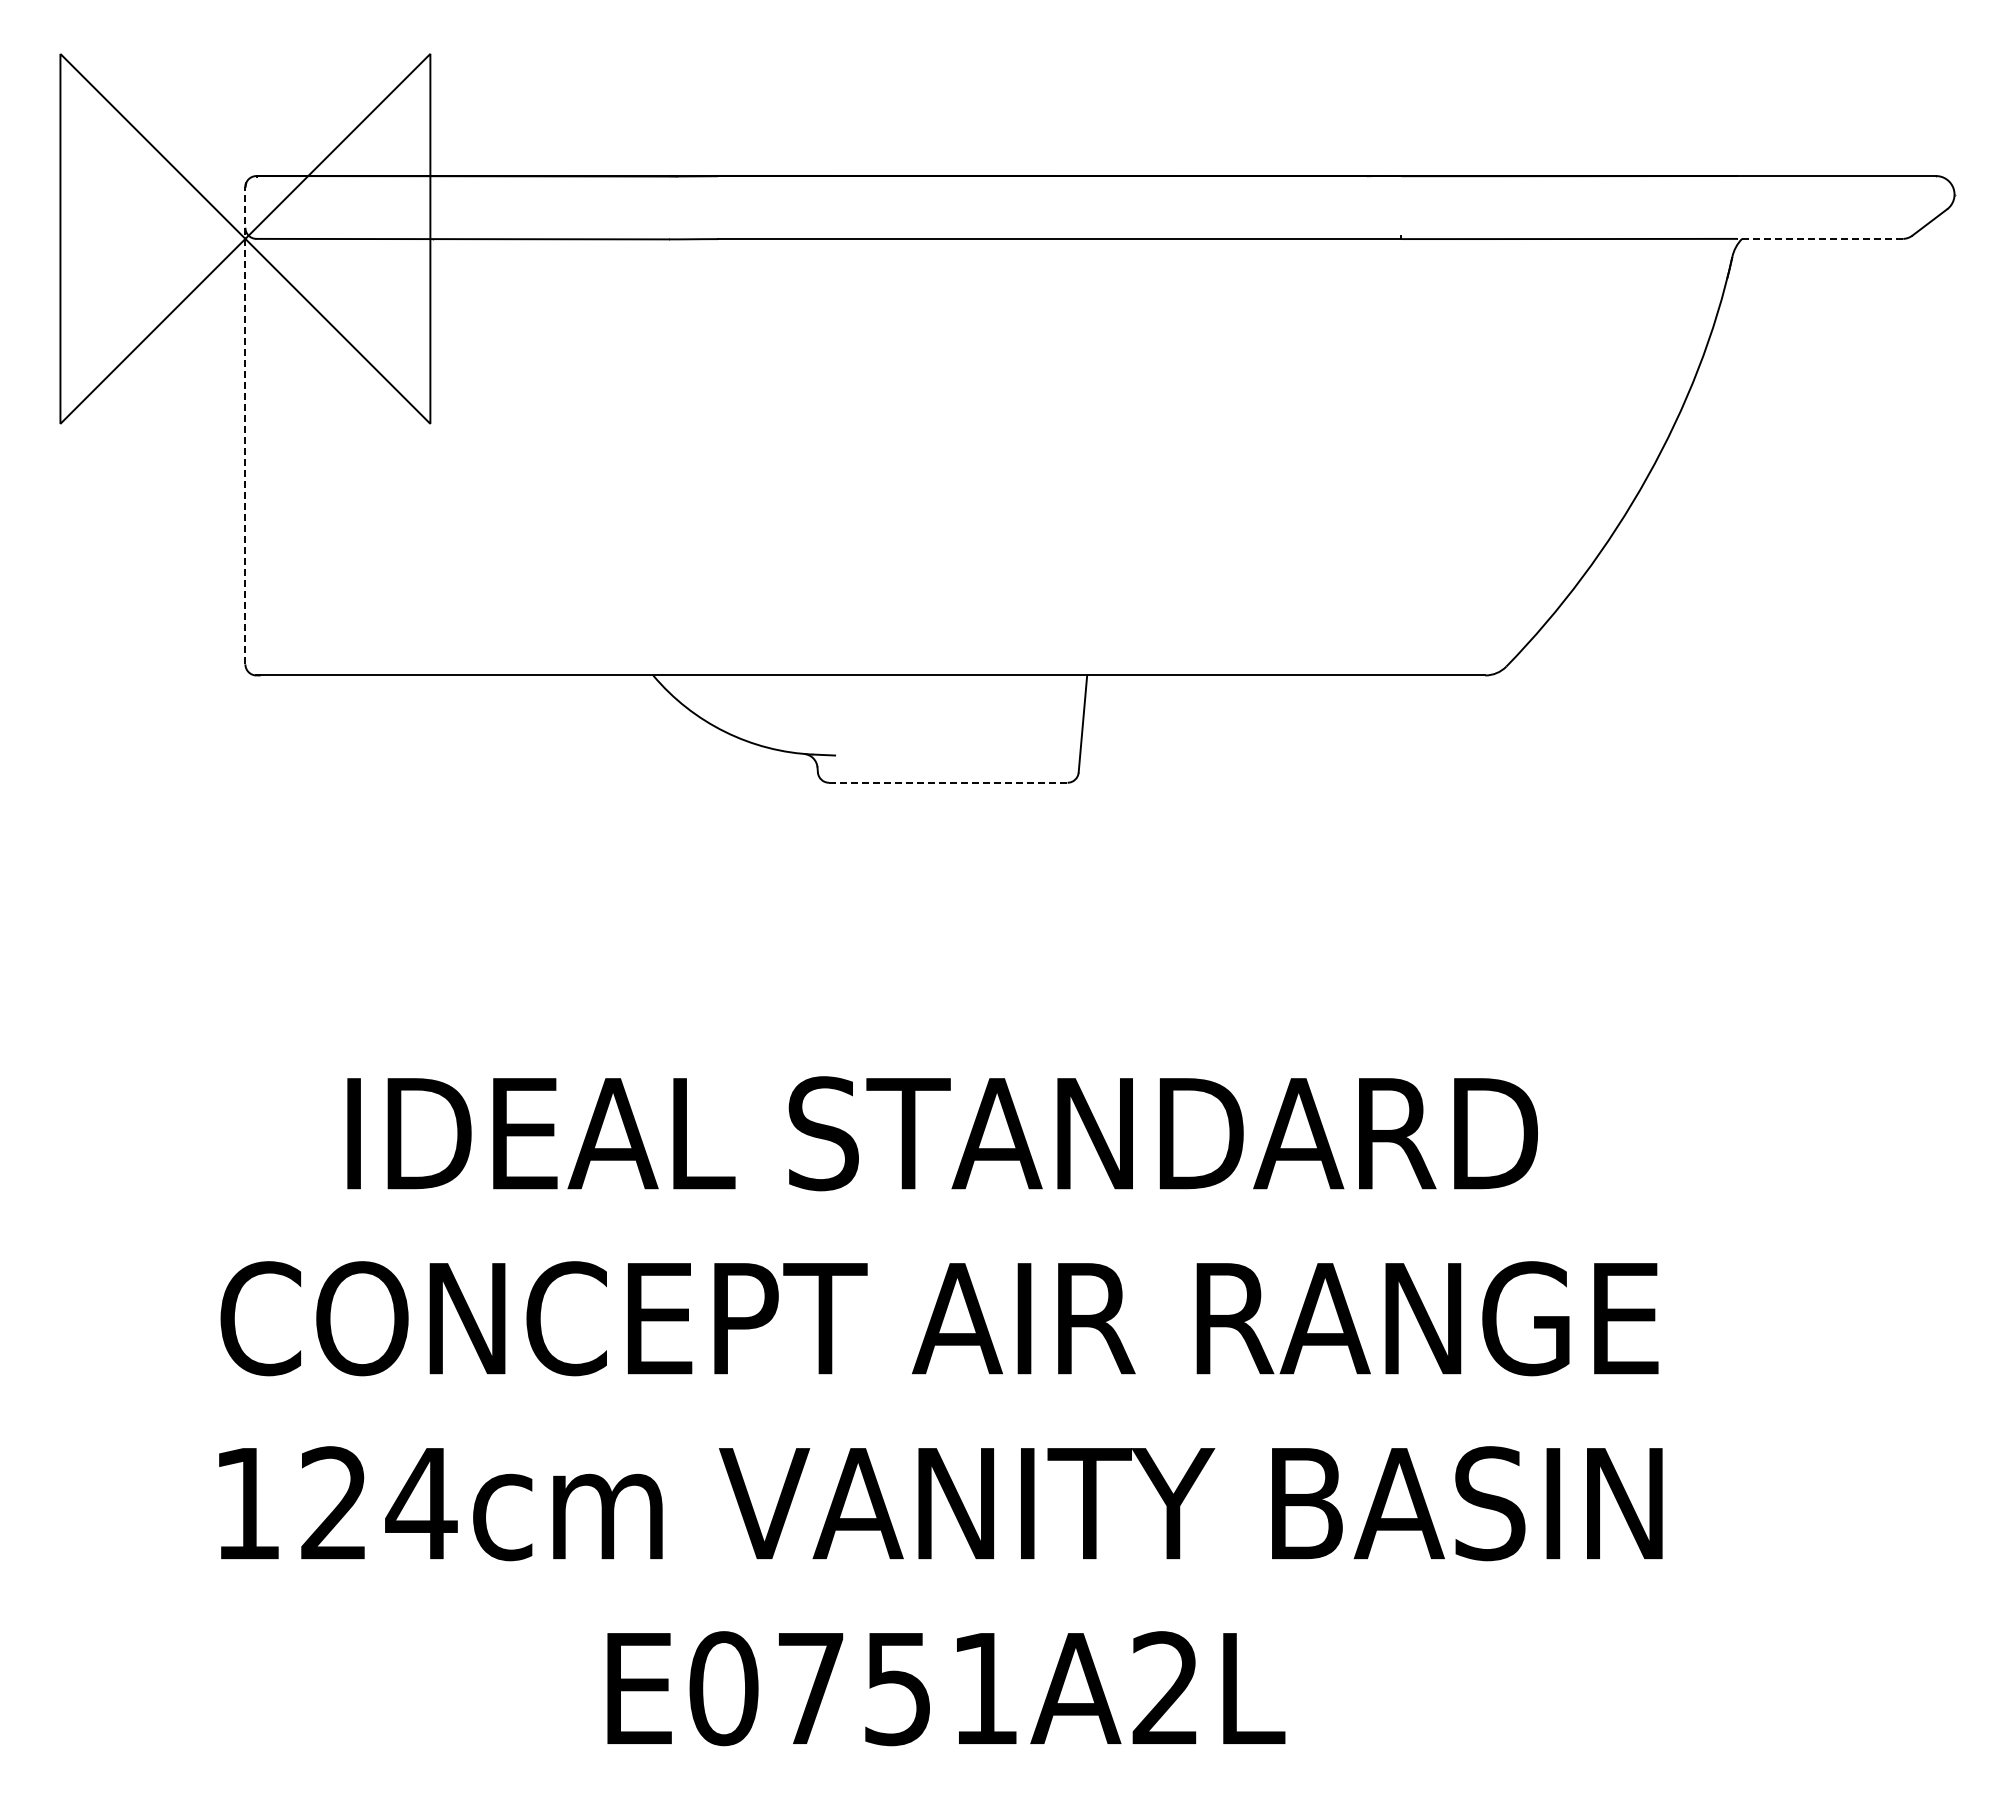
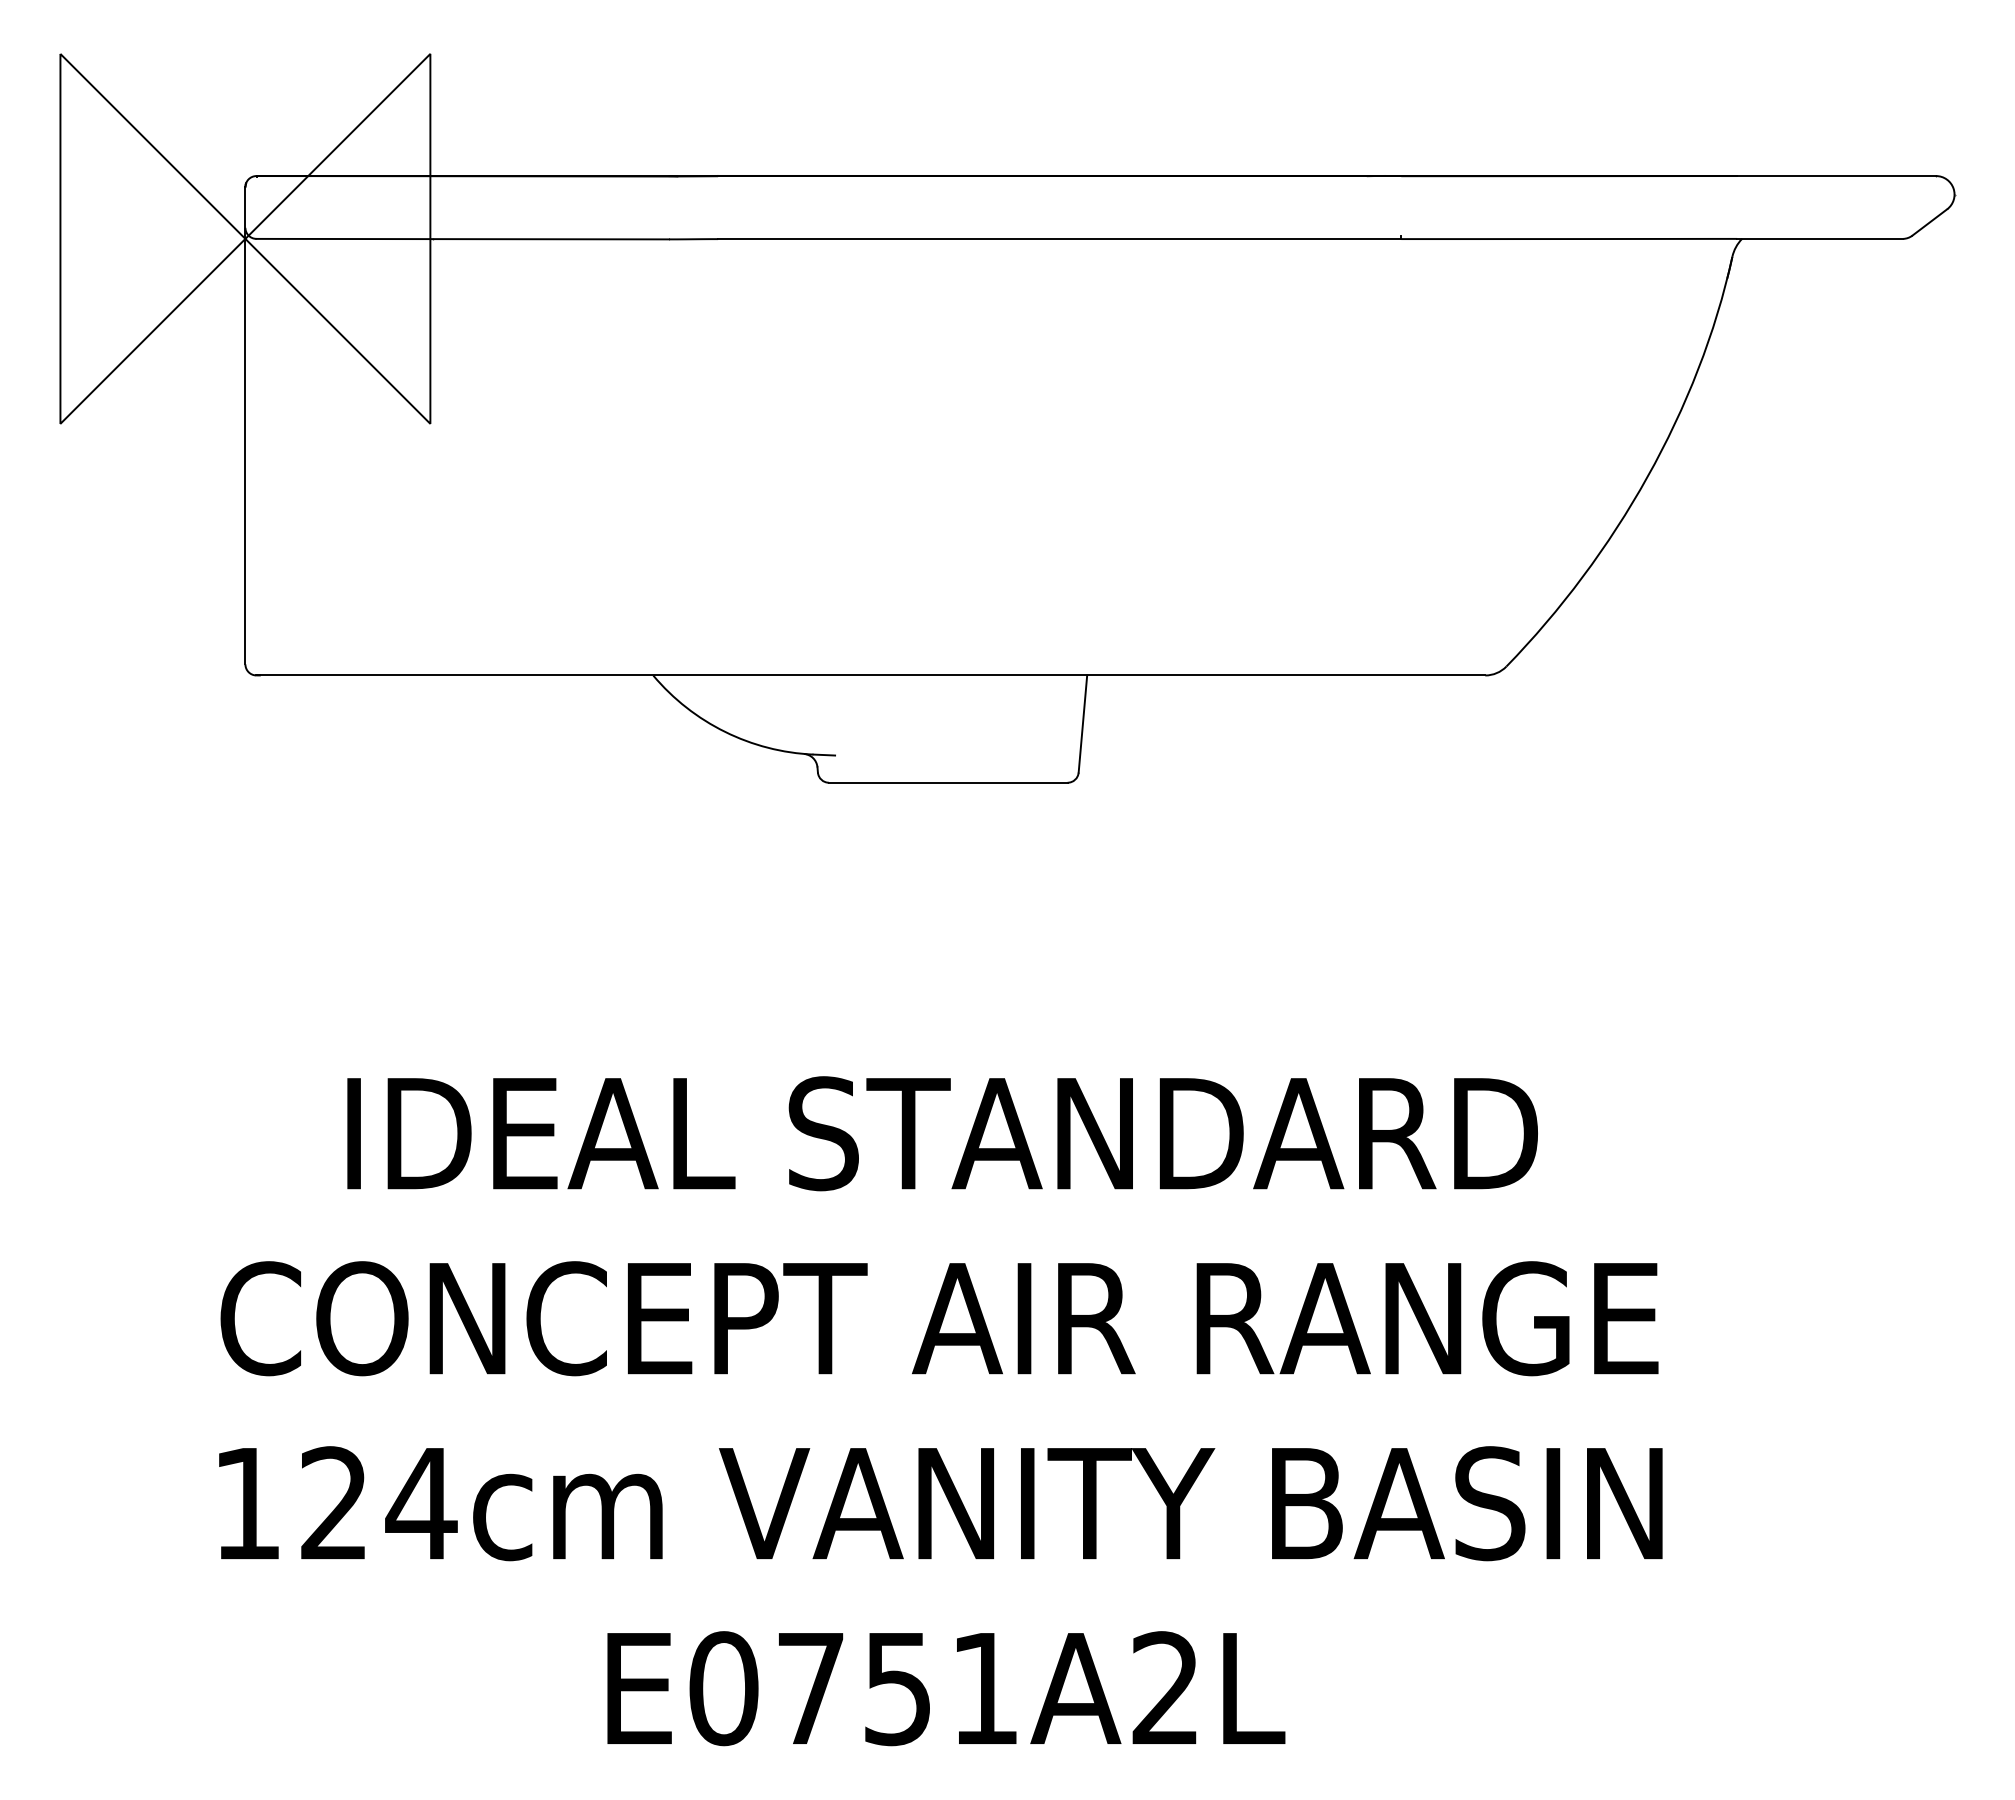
line at (1819, 238): dashed -> solid
line at (245, 425): dashed -> solid
line at (948, 782): dashed -> solid
